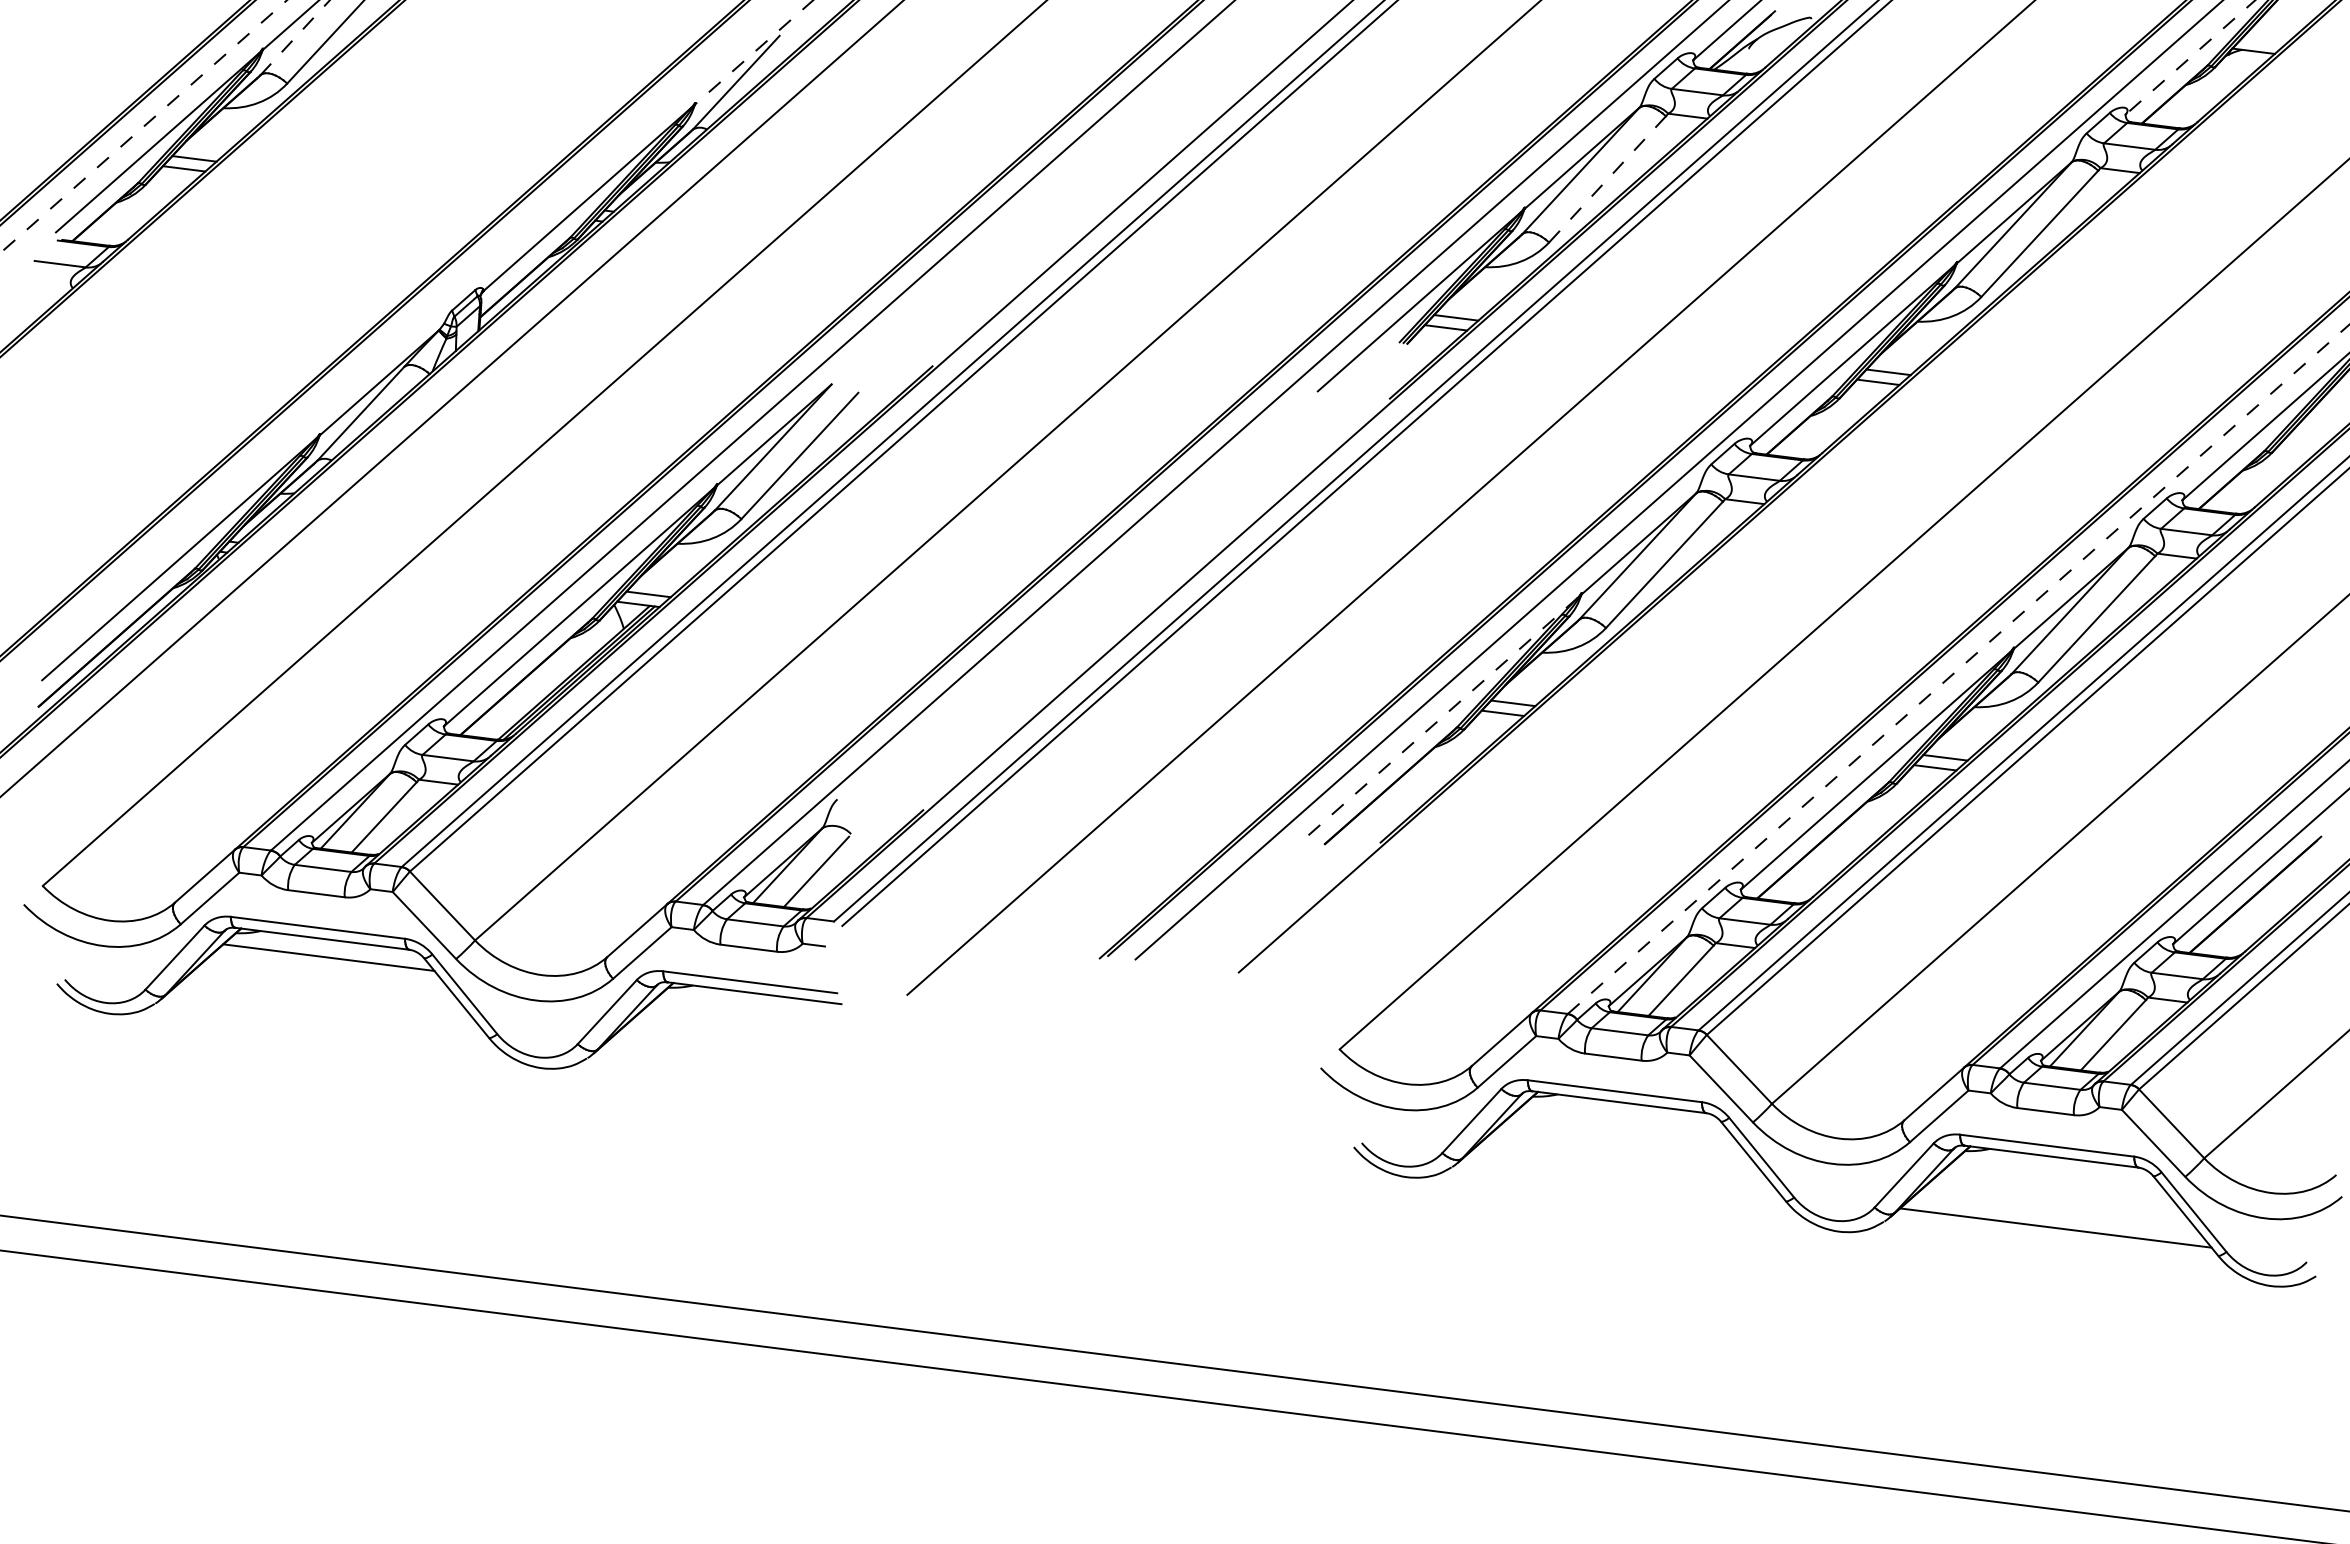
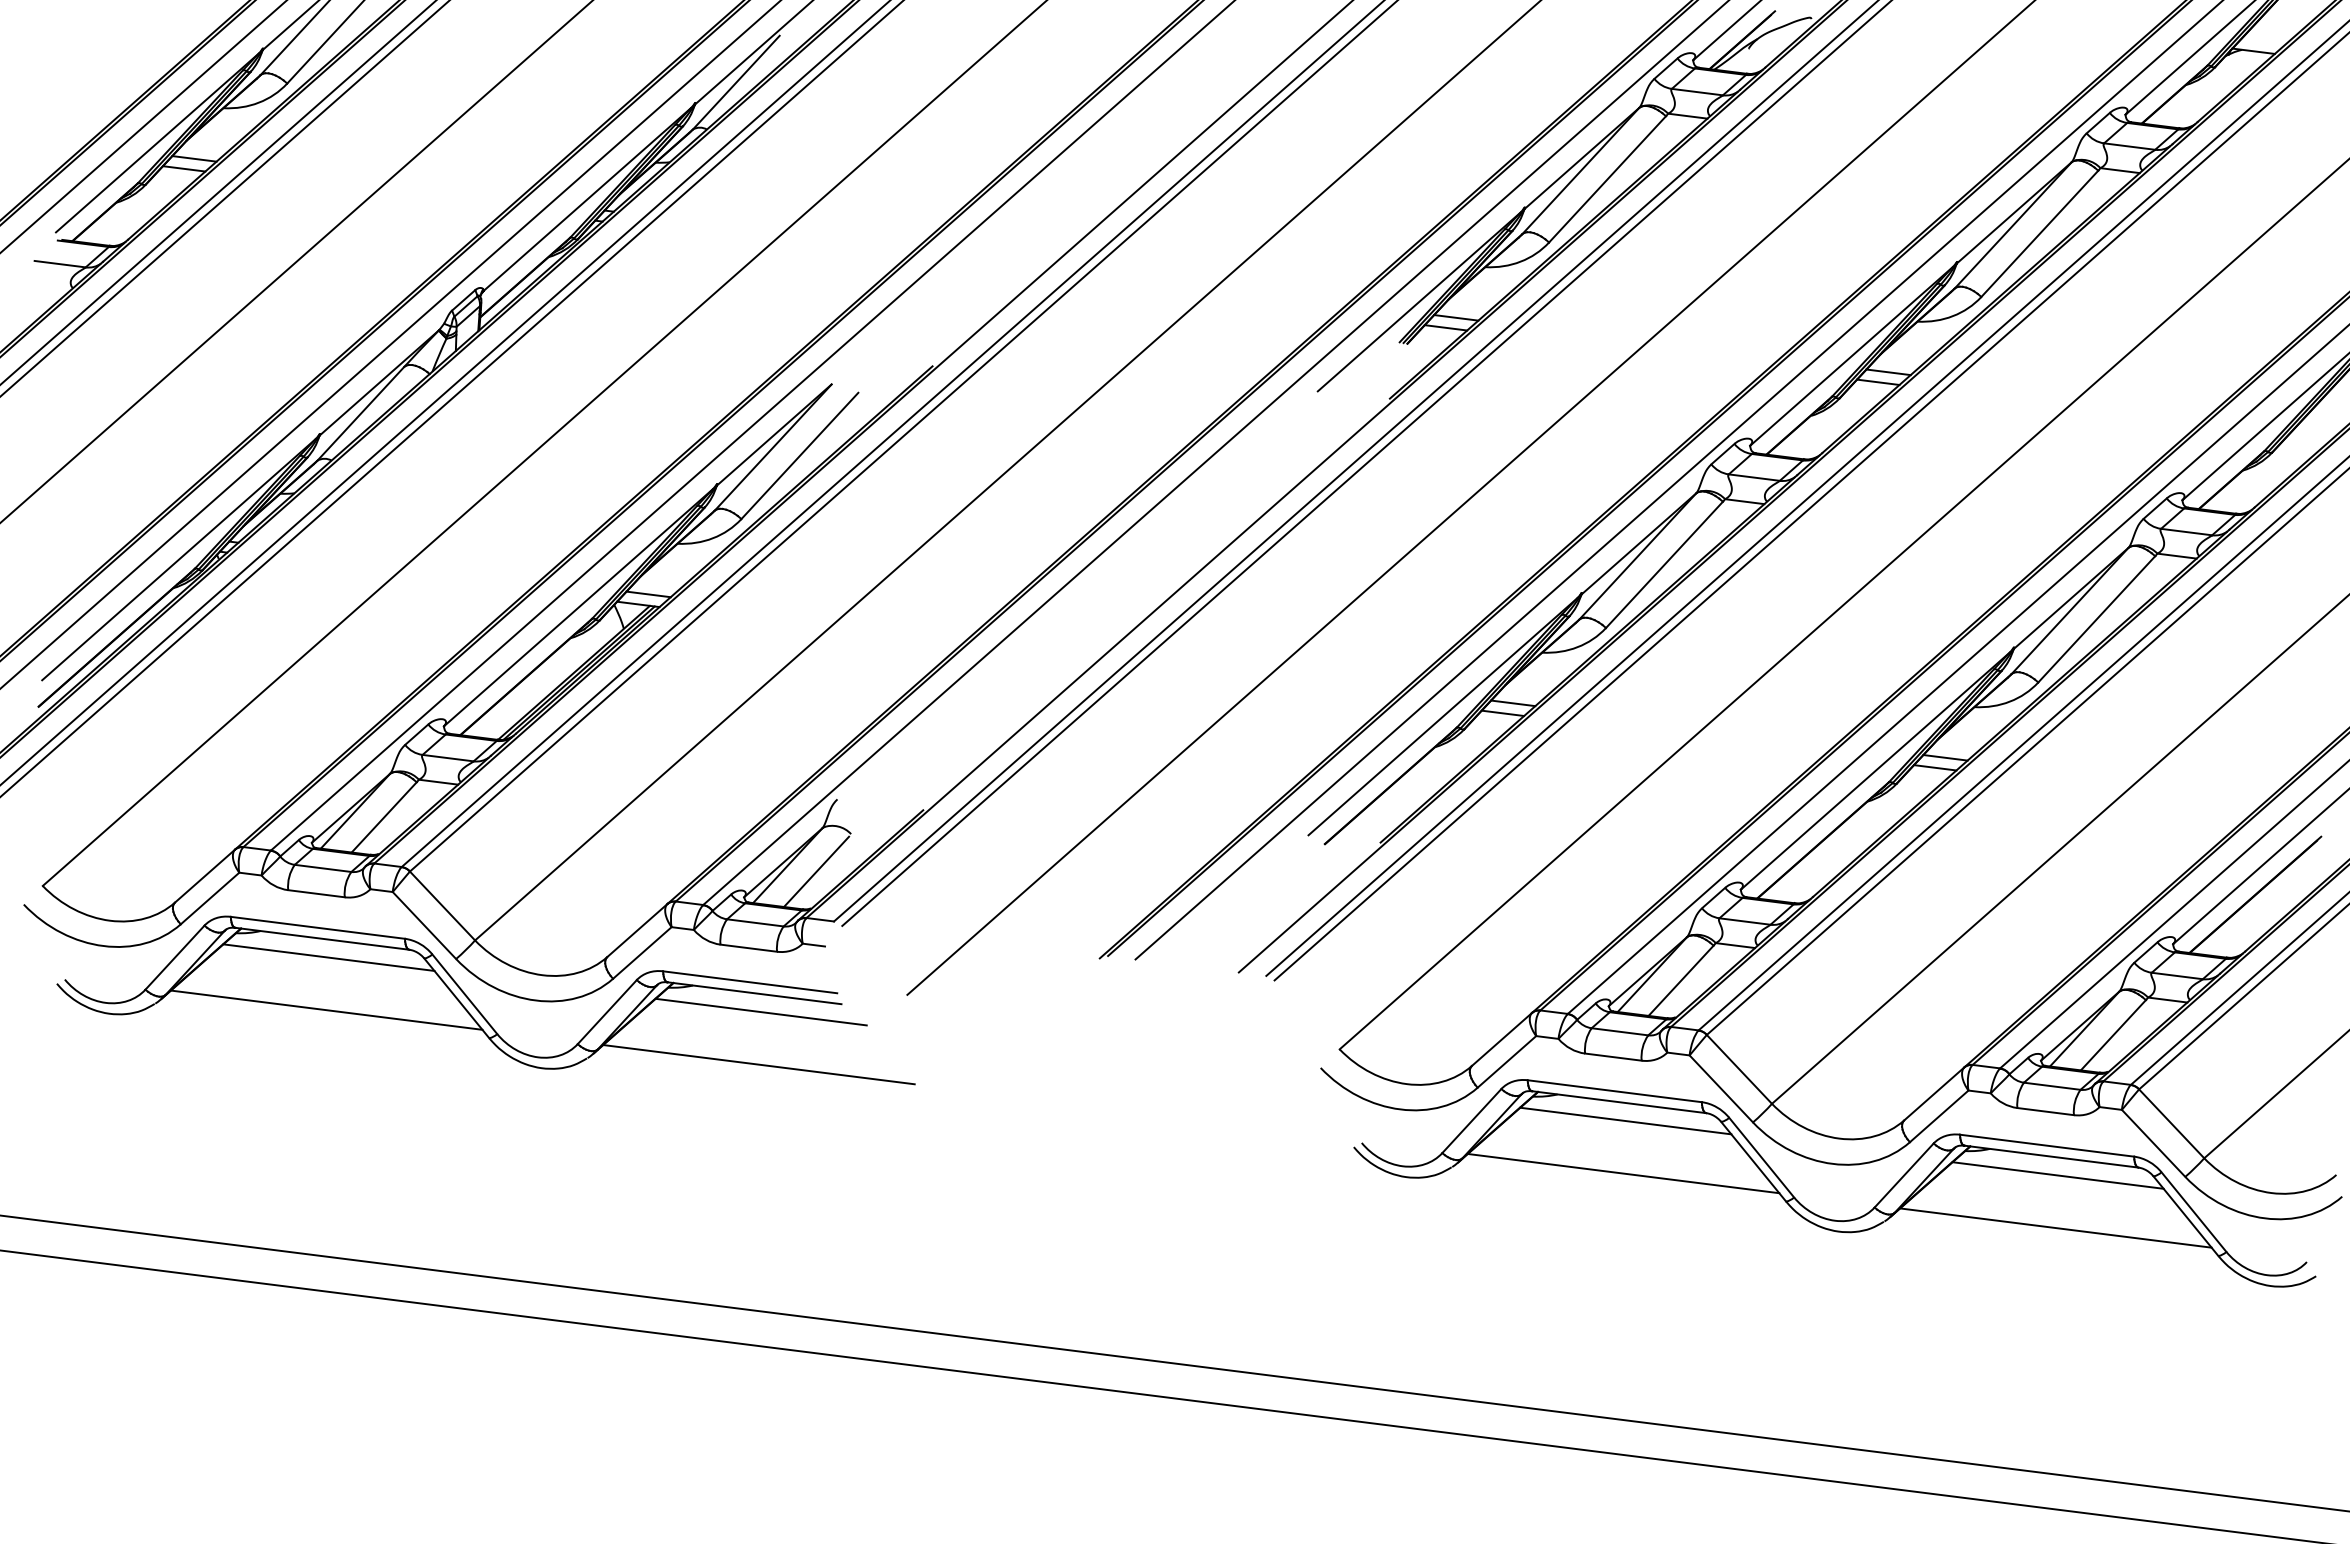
line at (295, 37): dashed -> solid
line at (754, 52): dashed -> solid
line at (2189, 57): dashed -> solid
line at (144, 126): dashed -> solid
line at (1607, 179): dashed -> solid
line at (218, 192): none -> present
line at (224, 198): none -> present
line at (296, 261): none -> present
line at (390, 344): none -> present
line at (445, 392): none -> present
line at (1806, 499): none -> present
line at (1810, 507): none -> present
line at (1958, 669): dashed -> solid
line at (1443, 716): dashed -> solid
line at (326, 1009): none -> present
line at (760, 1011): none -> present
line at (758, 1064): none -> present
line at (1625, 1120): none -> present
line at (1623, 1173): none -> present
line at (2057, 1175): none -> present
